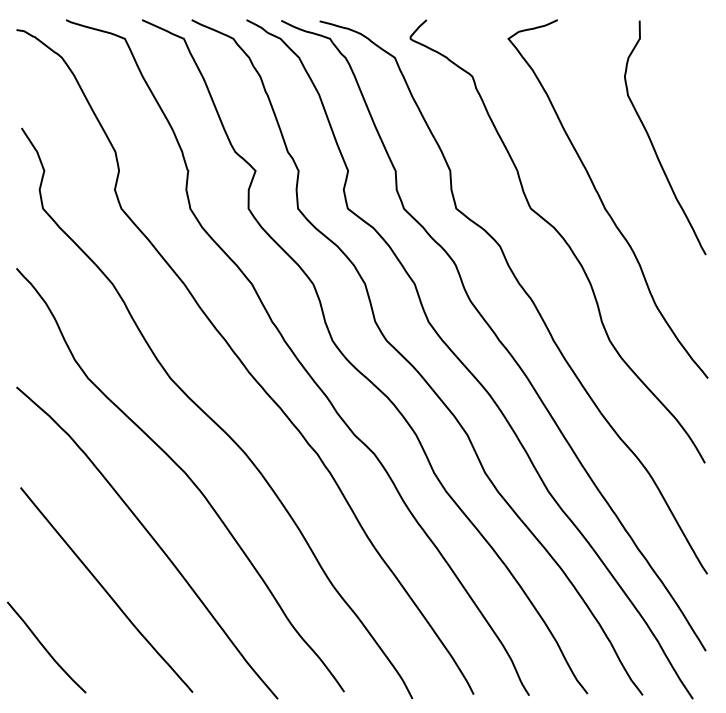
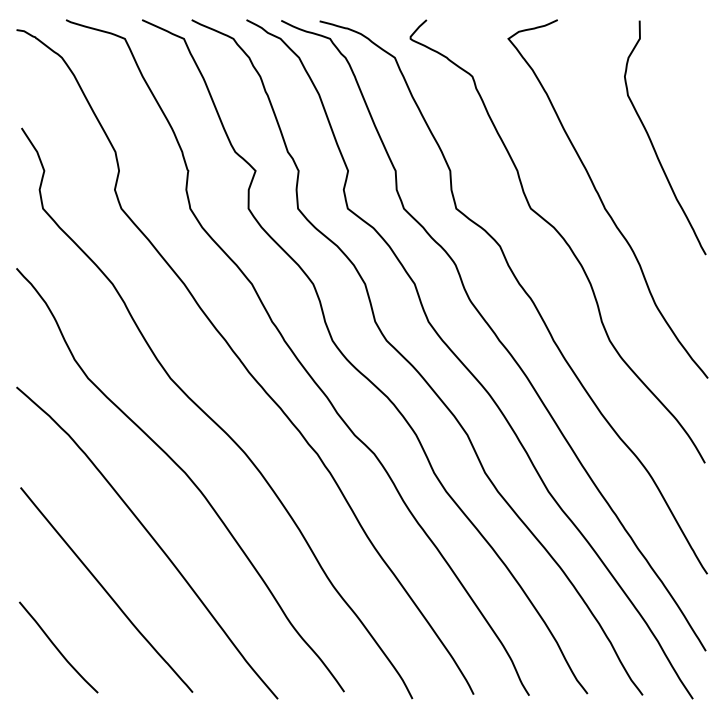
curve at (45, 647) position: (45, 647) -> (57, 647)
